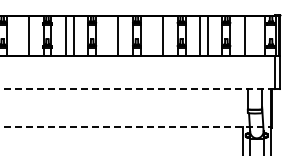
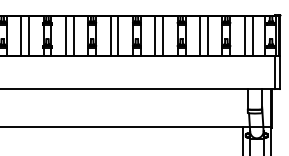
line at (21, 35): none -> present
line at (110, 35): none -> present
line at (155, 35): none -> present
line at (252, 35): none -> present
line at (137, 88): dashed -> solid
line at (136, 127): dashed -> solid
